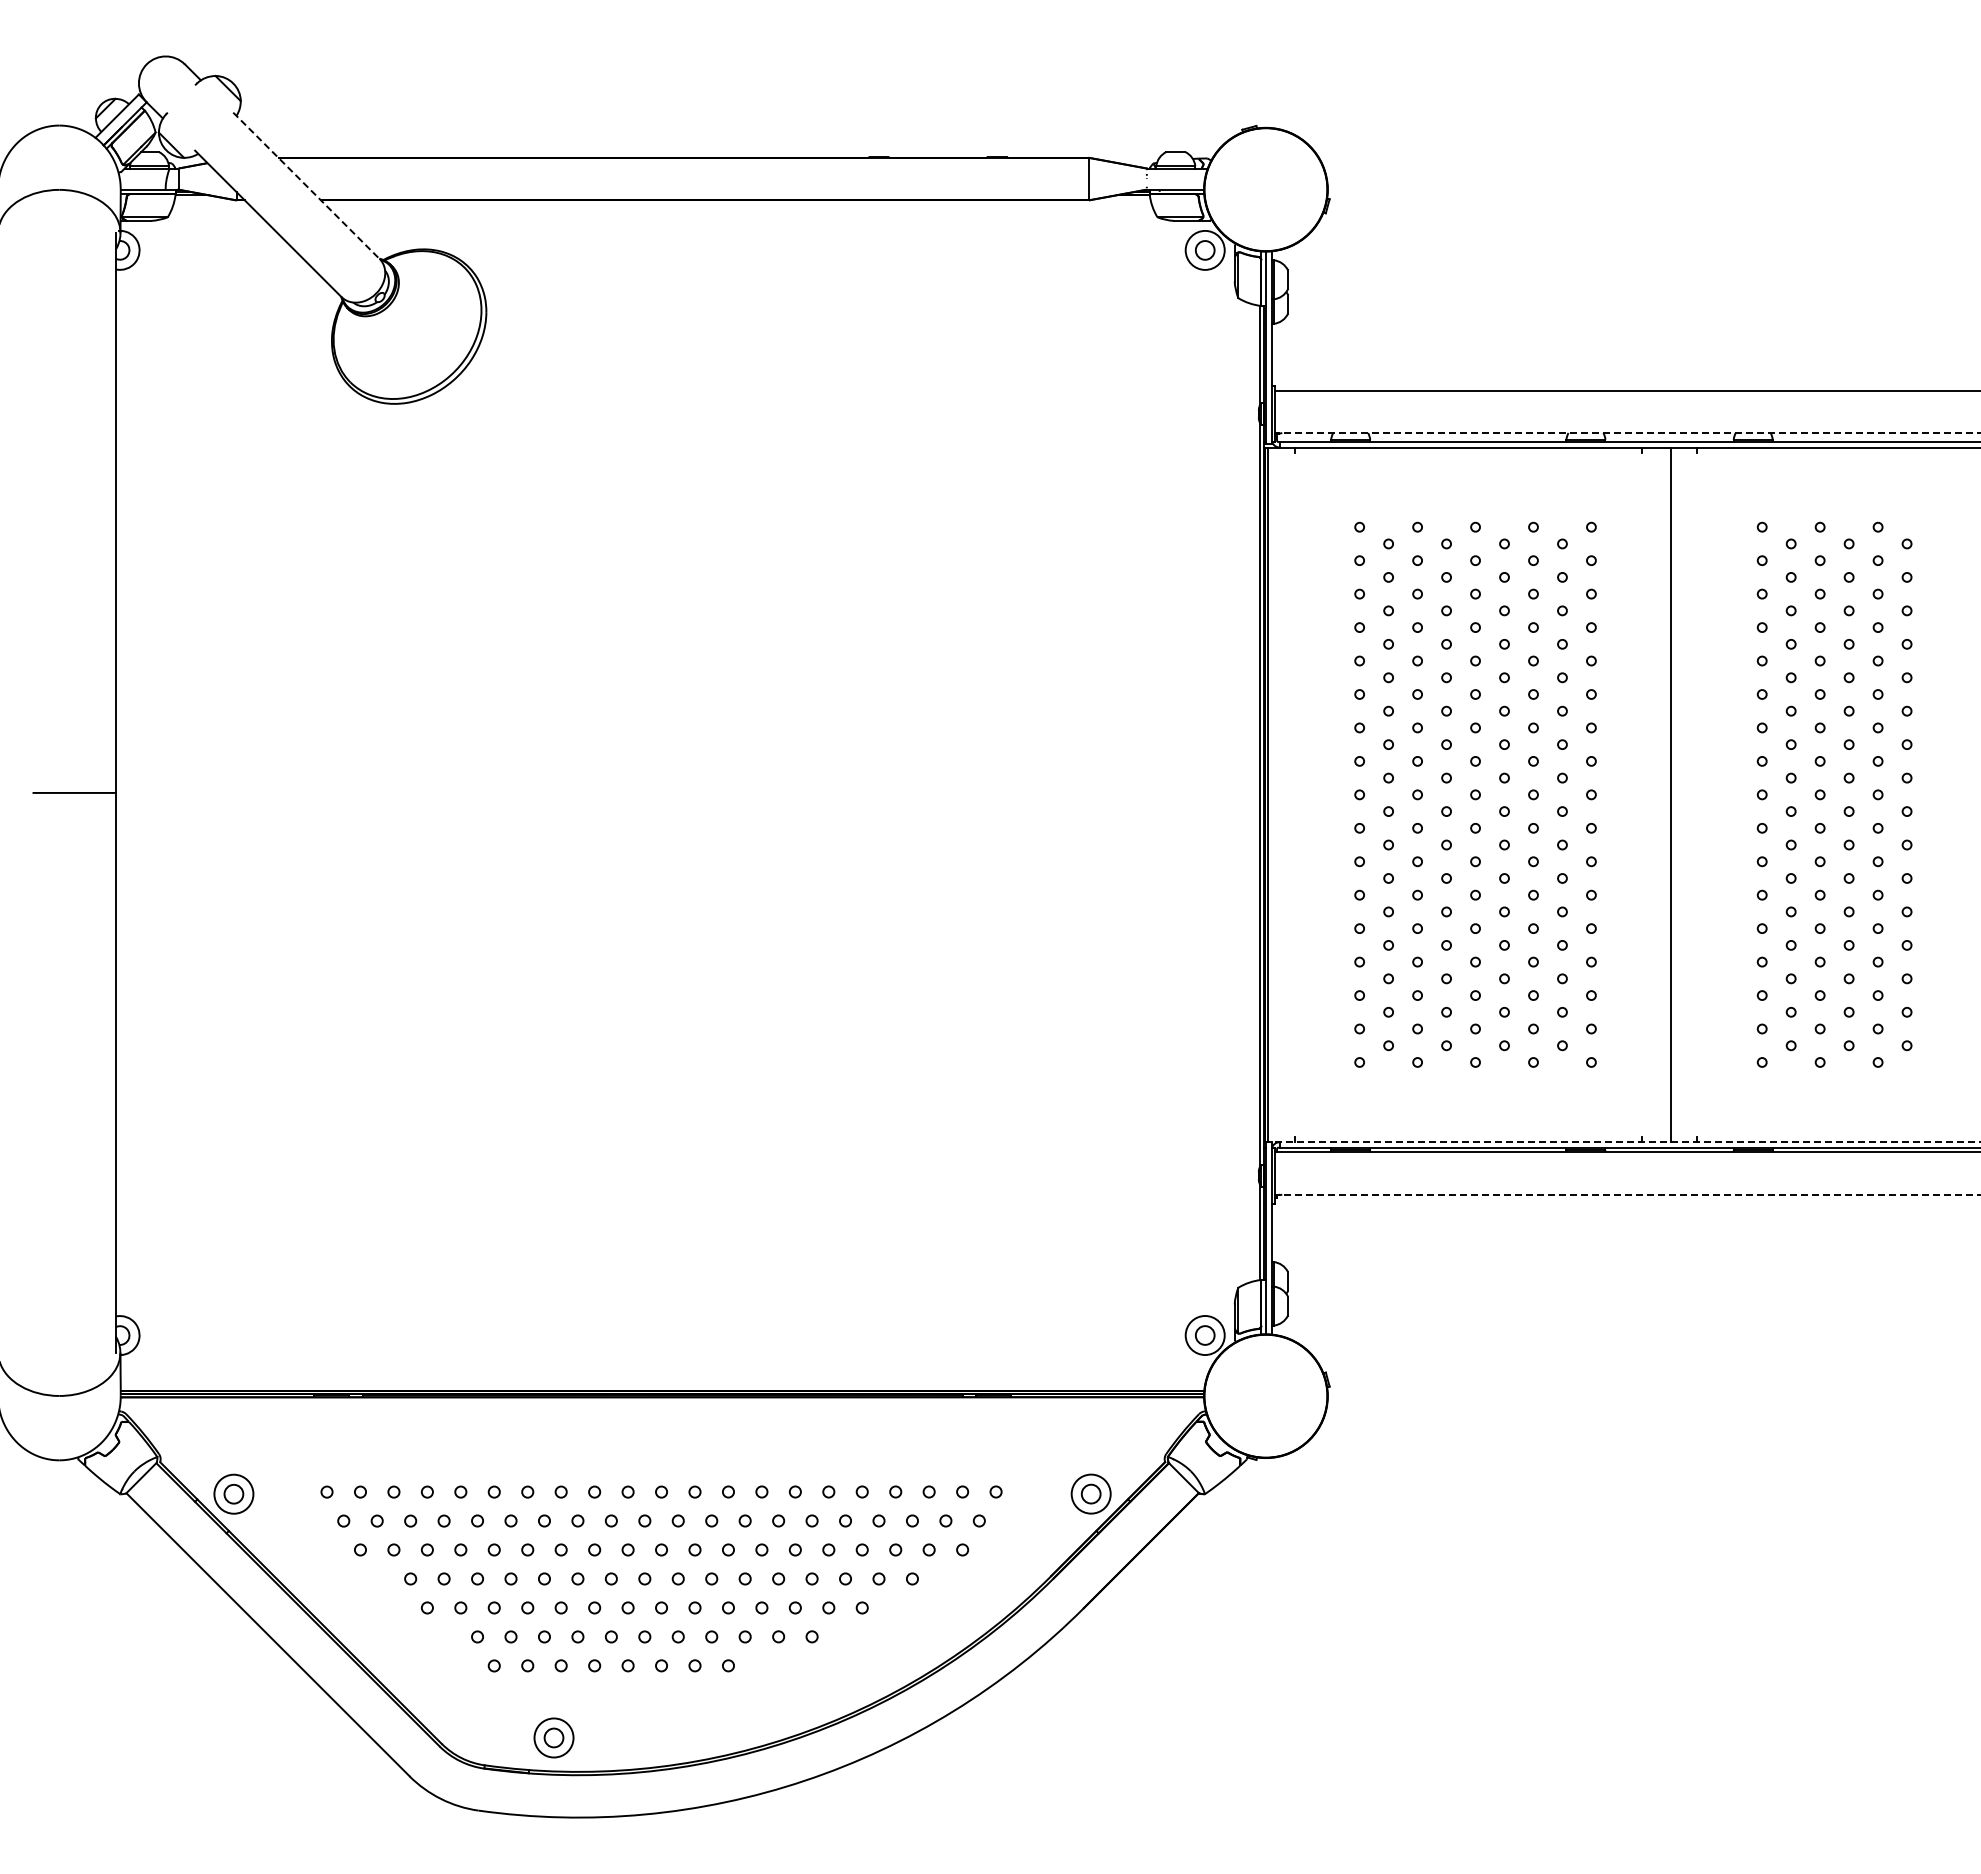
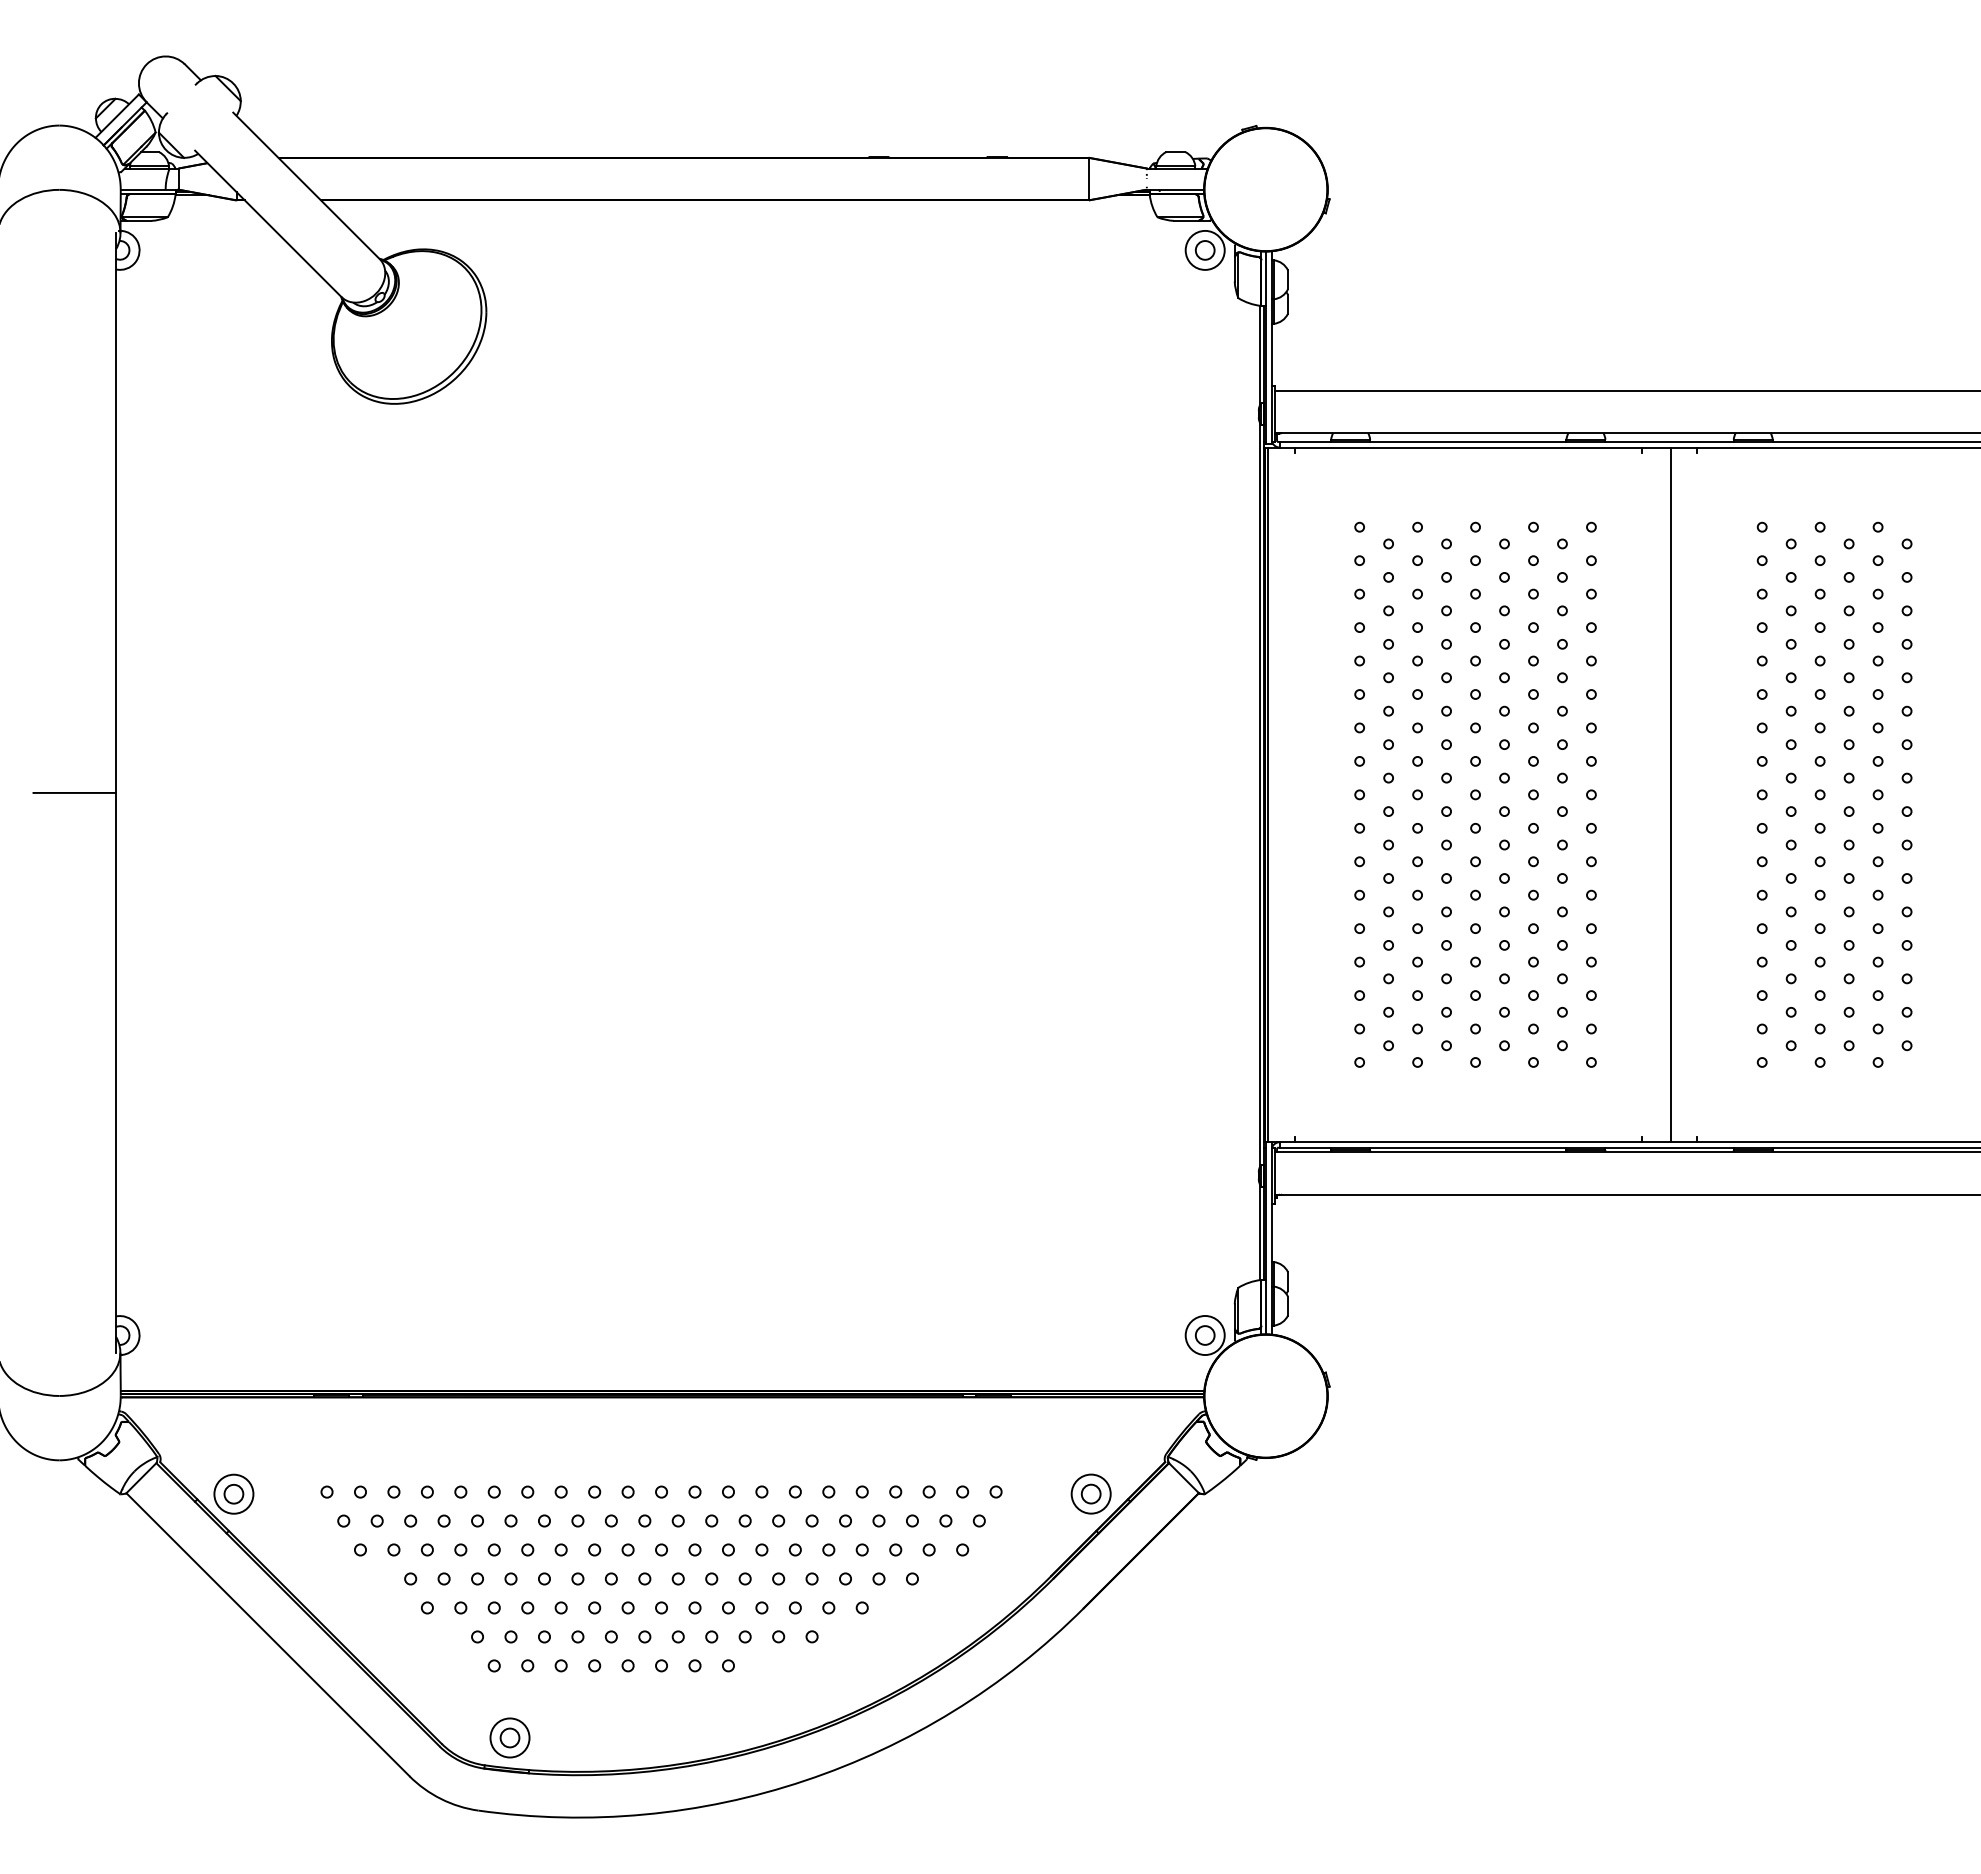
line at (306, 186): dashed -> solid
line at (1627, 433): dashed -> solid
line at (1622, 1142): dashed -> solid
line at (1627, 1194): dashed -> solid
part at (553, 1737) position: (553, 1737) -> (509, 1737)
